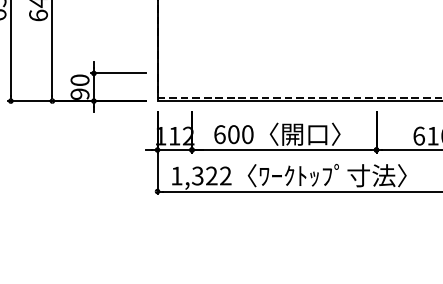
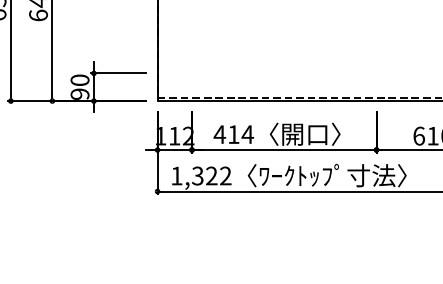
text at (233, 134): 600 -> 414
